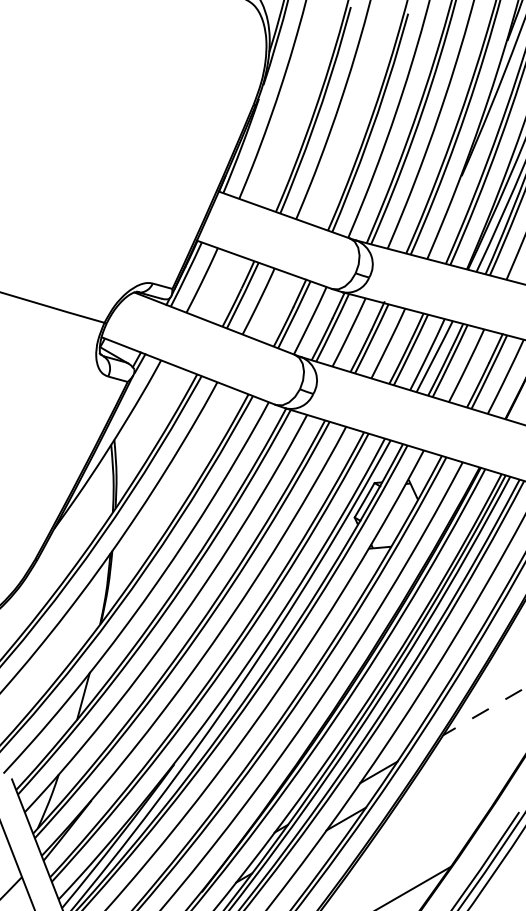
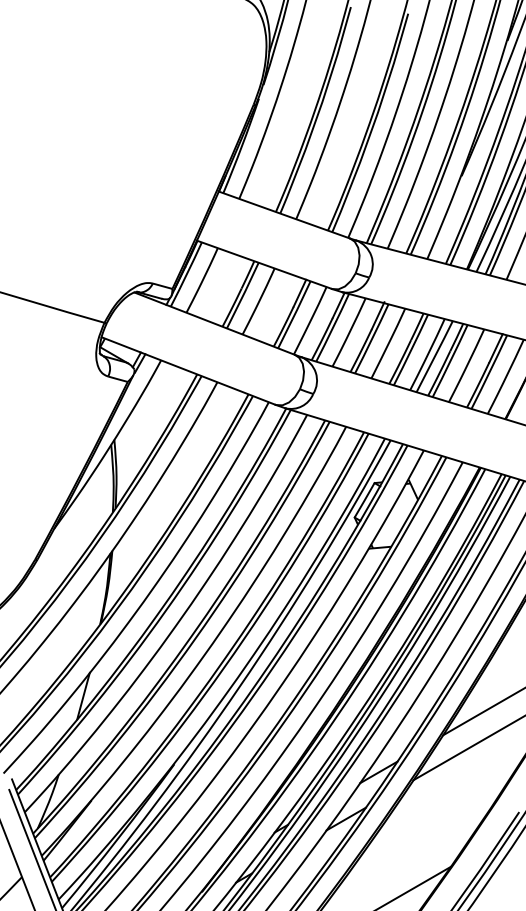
line at (483, 711): dashed -> solid
line at (467, 748): none -> present
line at (31, 848): none -> present
